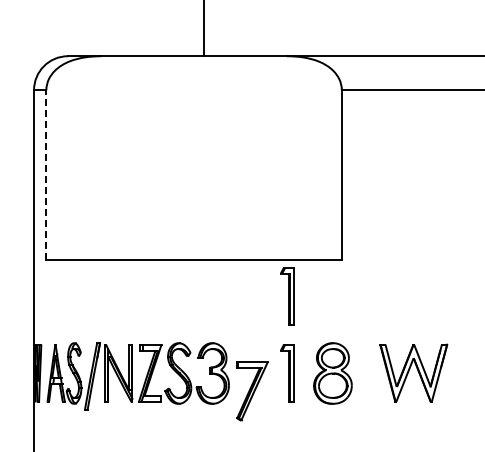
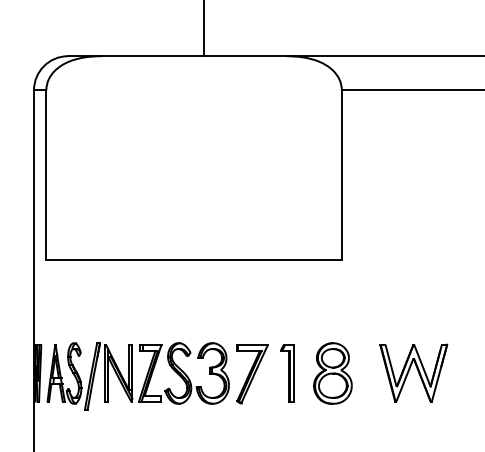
line at (46, 175): dashed -> solid
part at (287, 296): present -> none
part at (252, 391) position: (252, 391) -> (252, 374)
